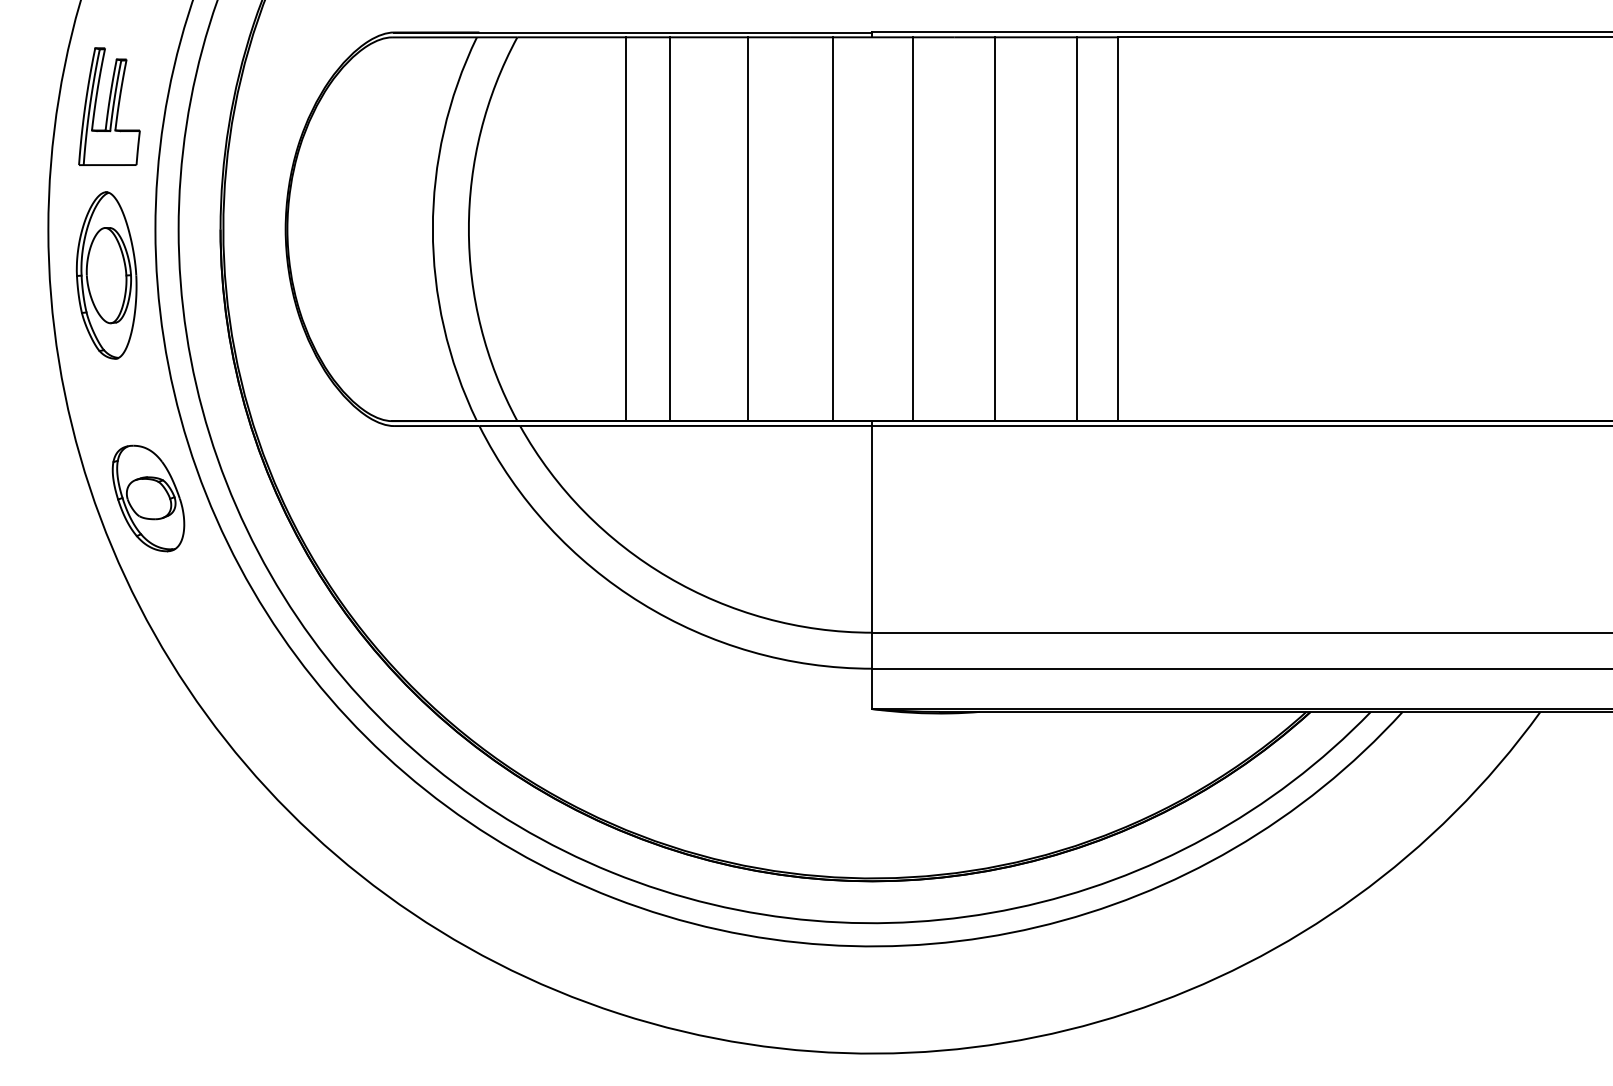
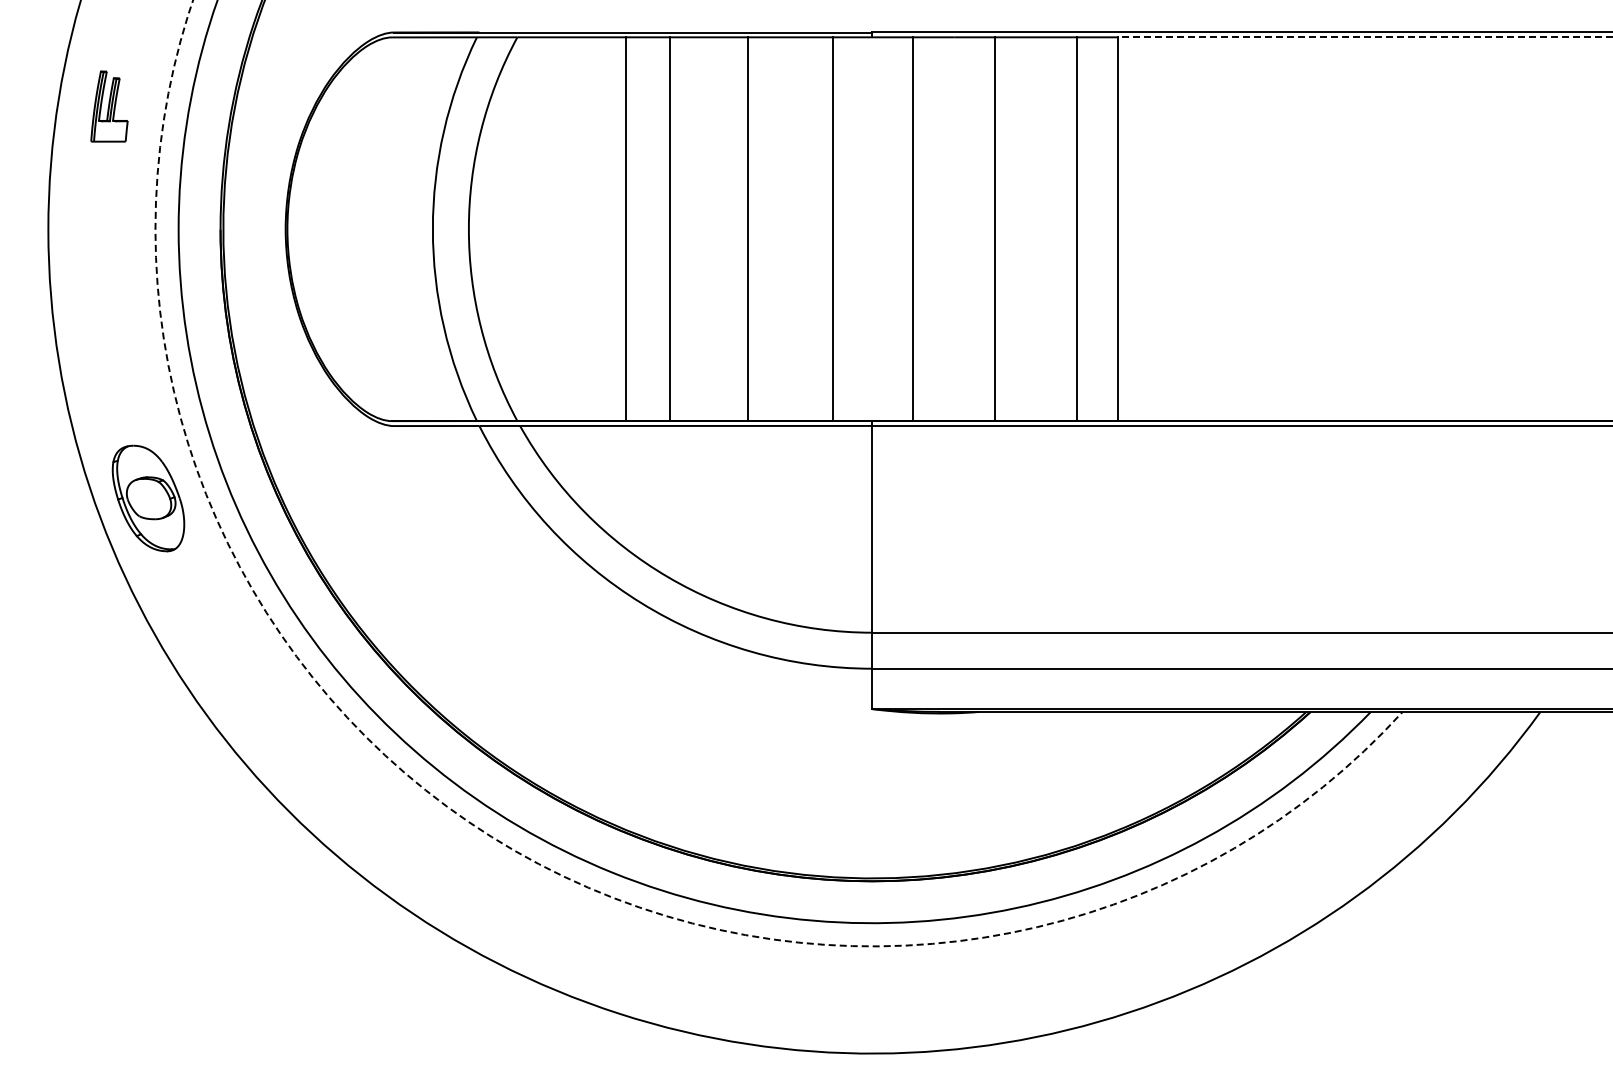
line at (1364, 37): solid -> dashed
part at (109, 106) size: 63x119 px -> 39x73 px
part at (106, 275): present -> none
arc at (509, 847): solid -> dashed
